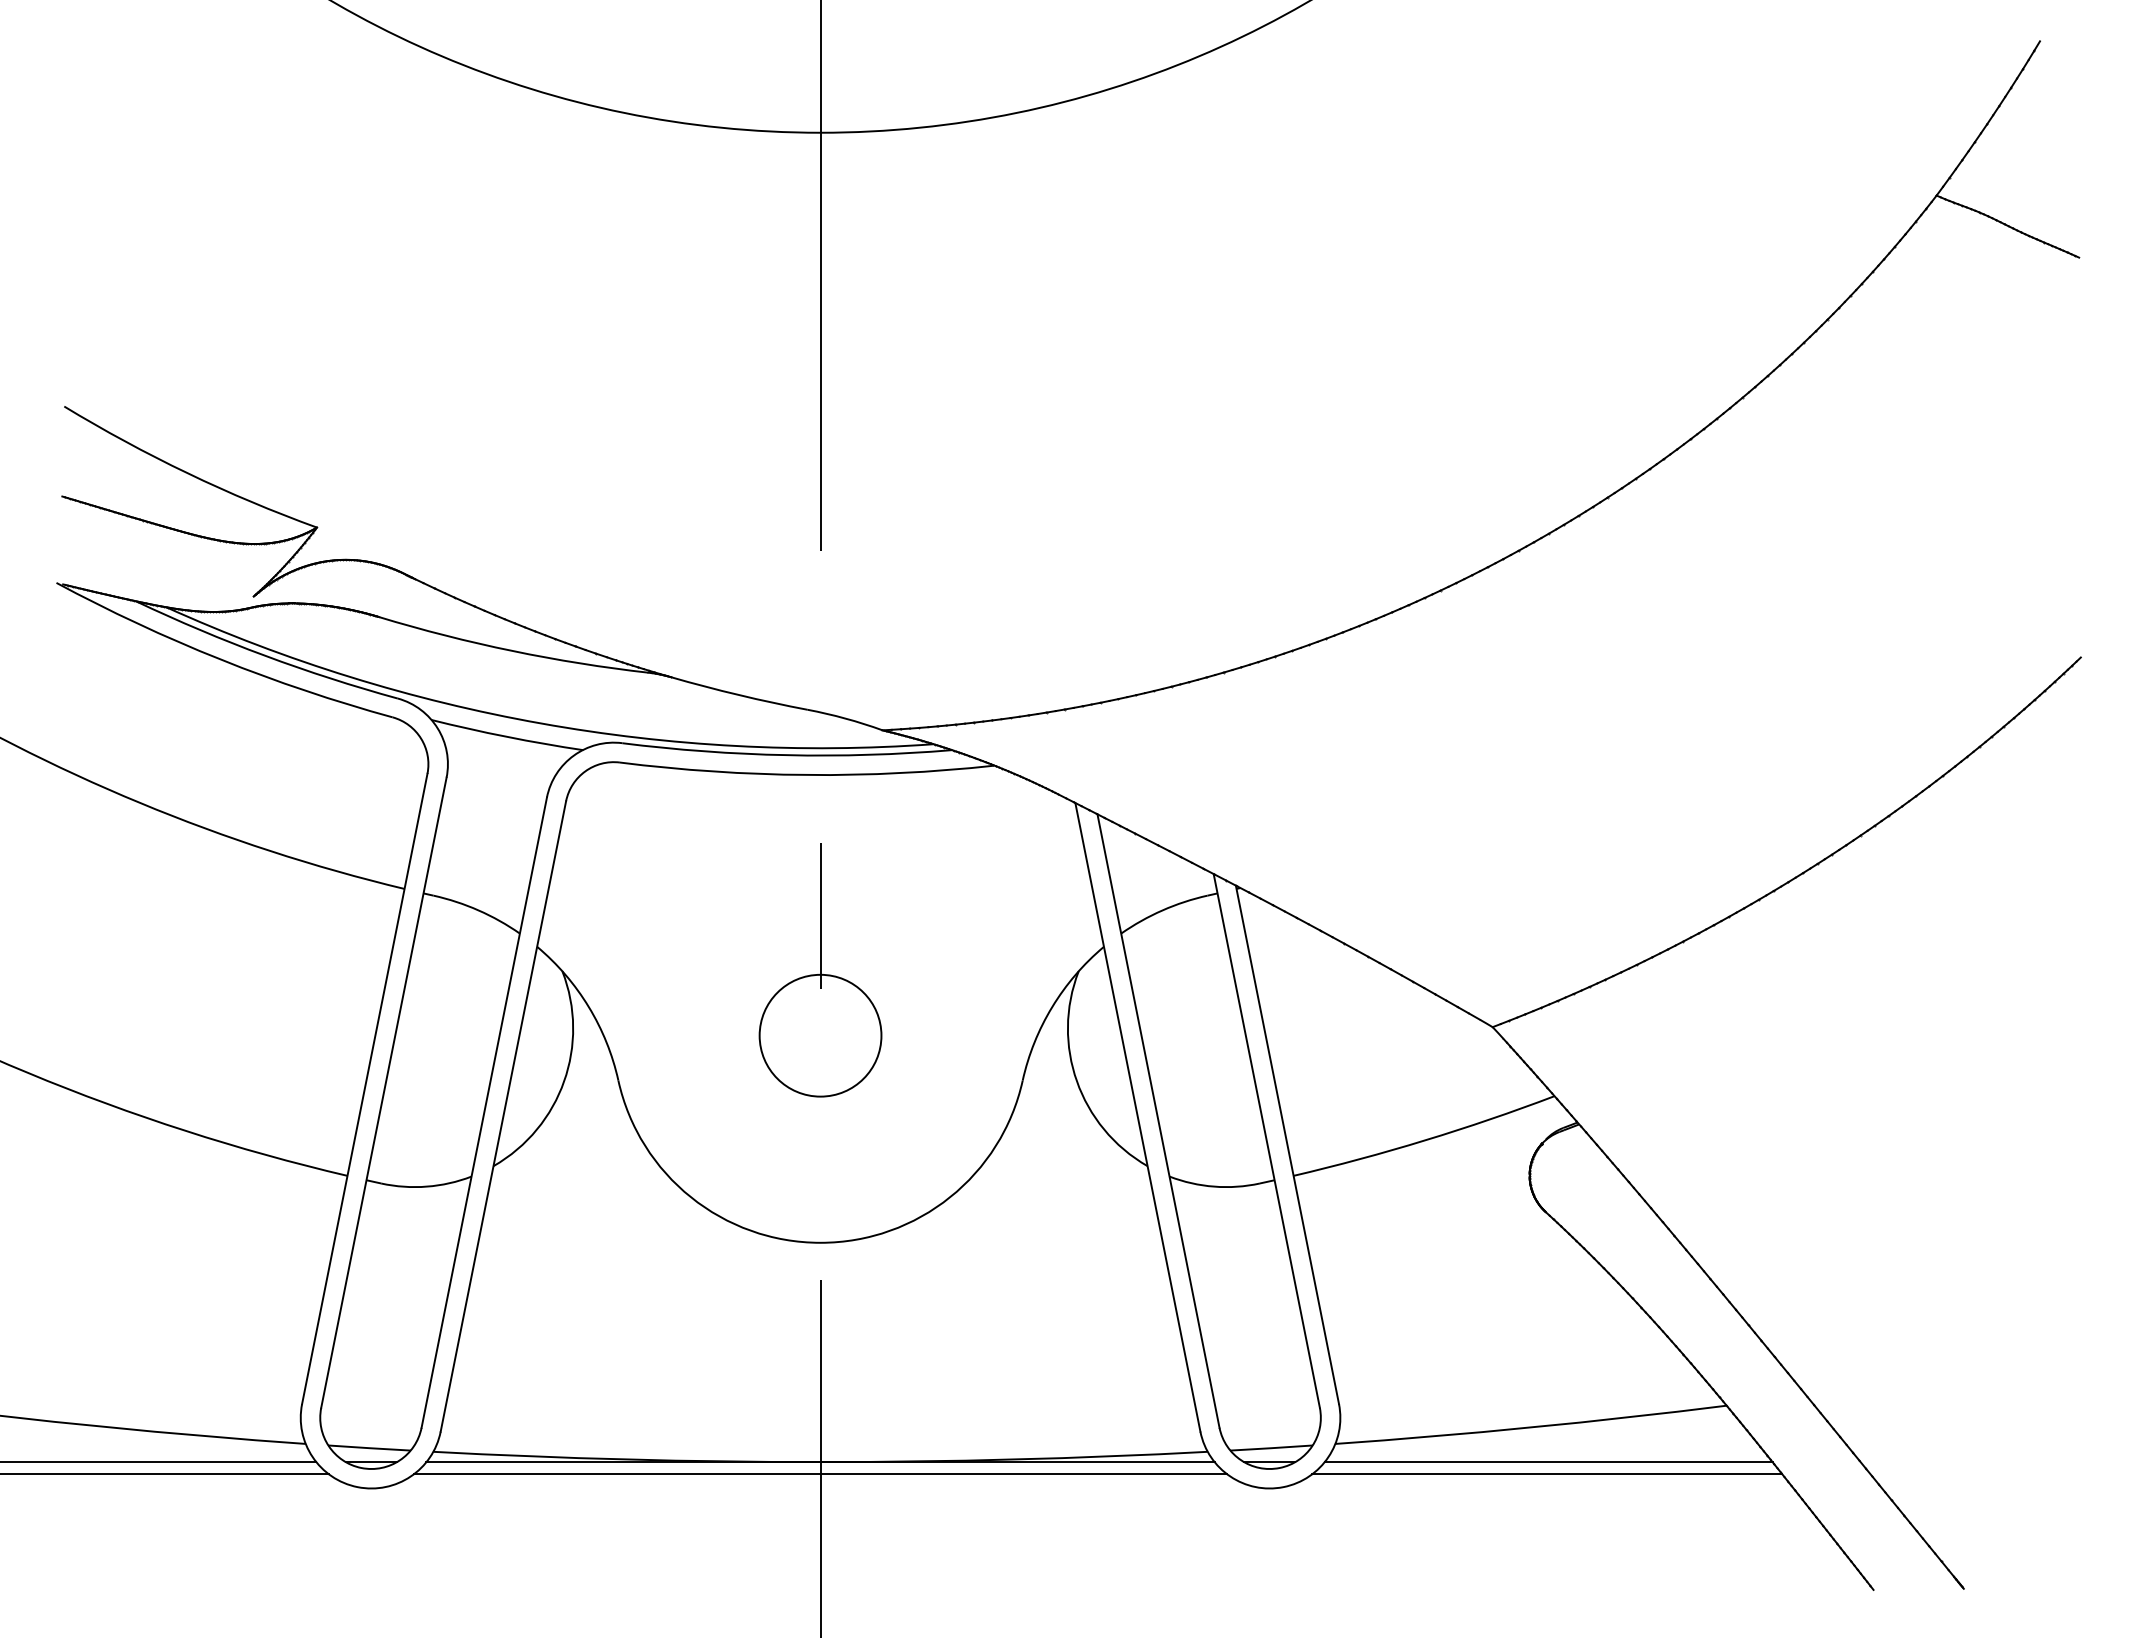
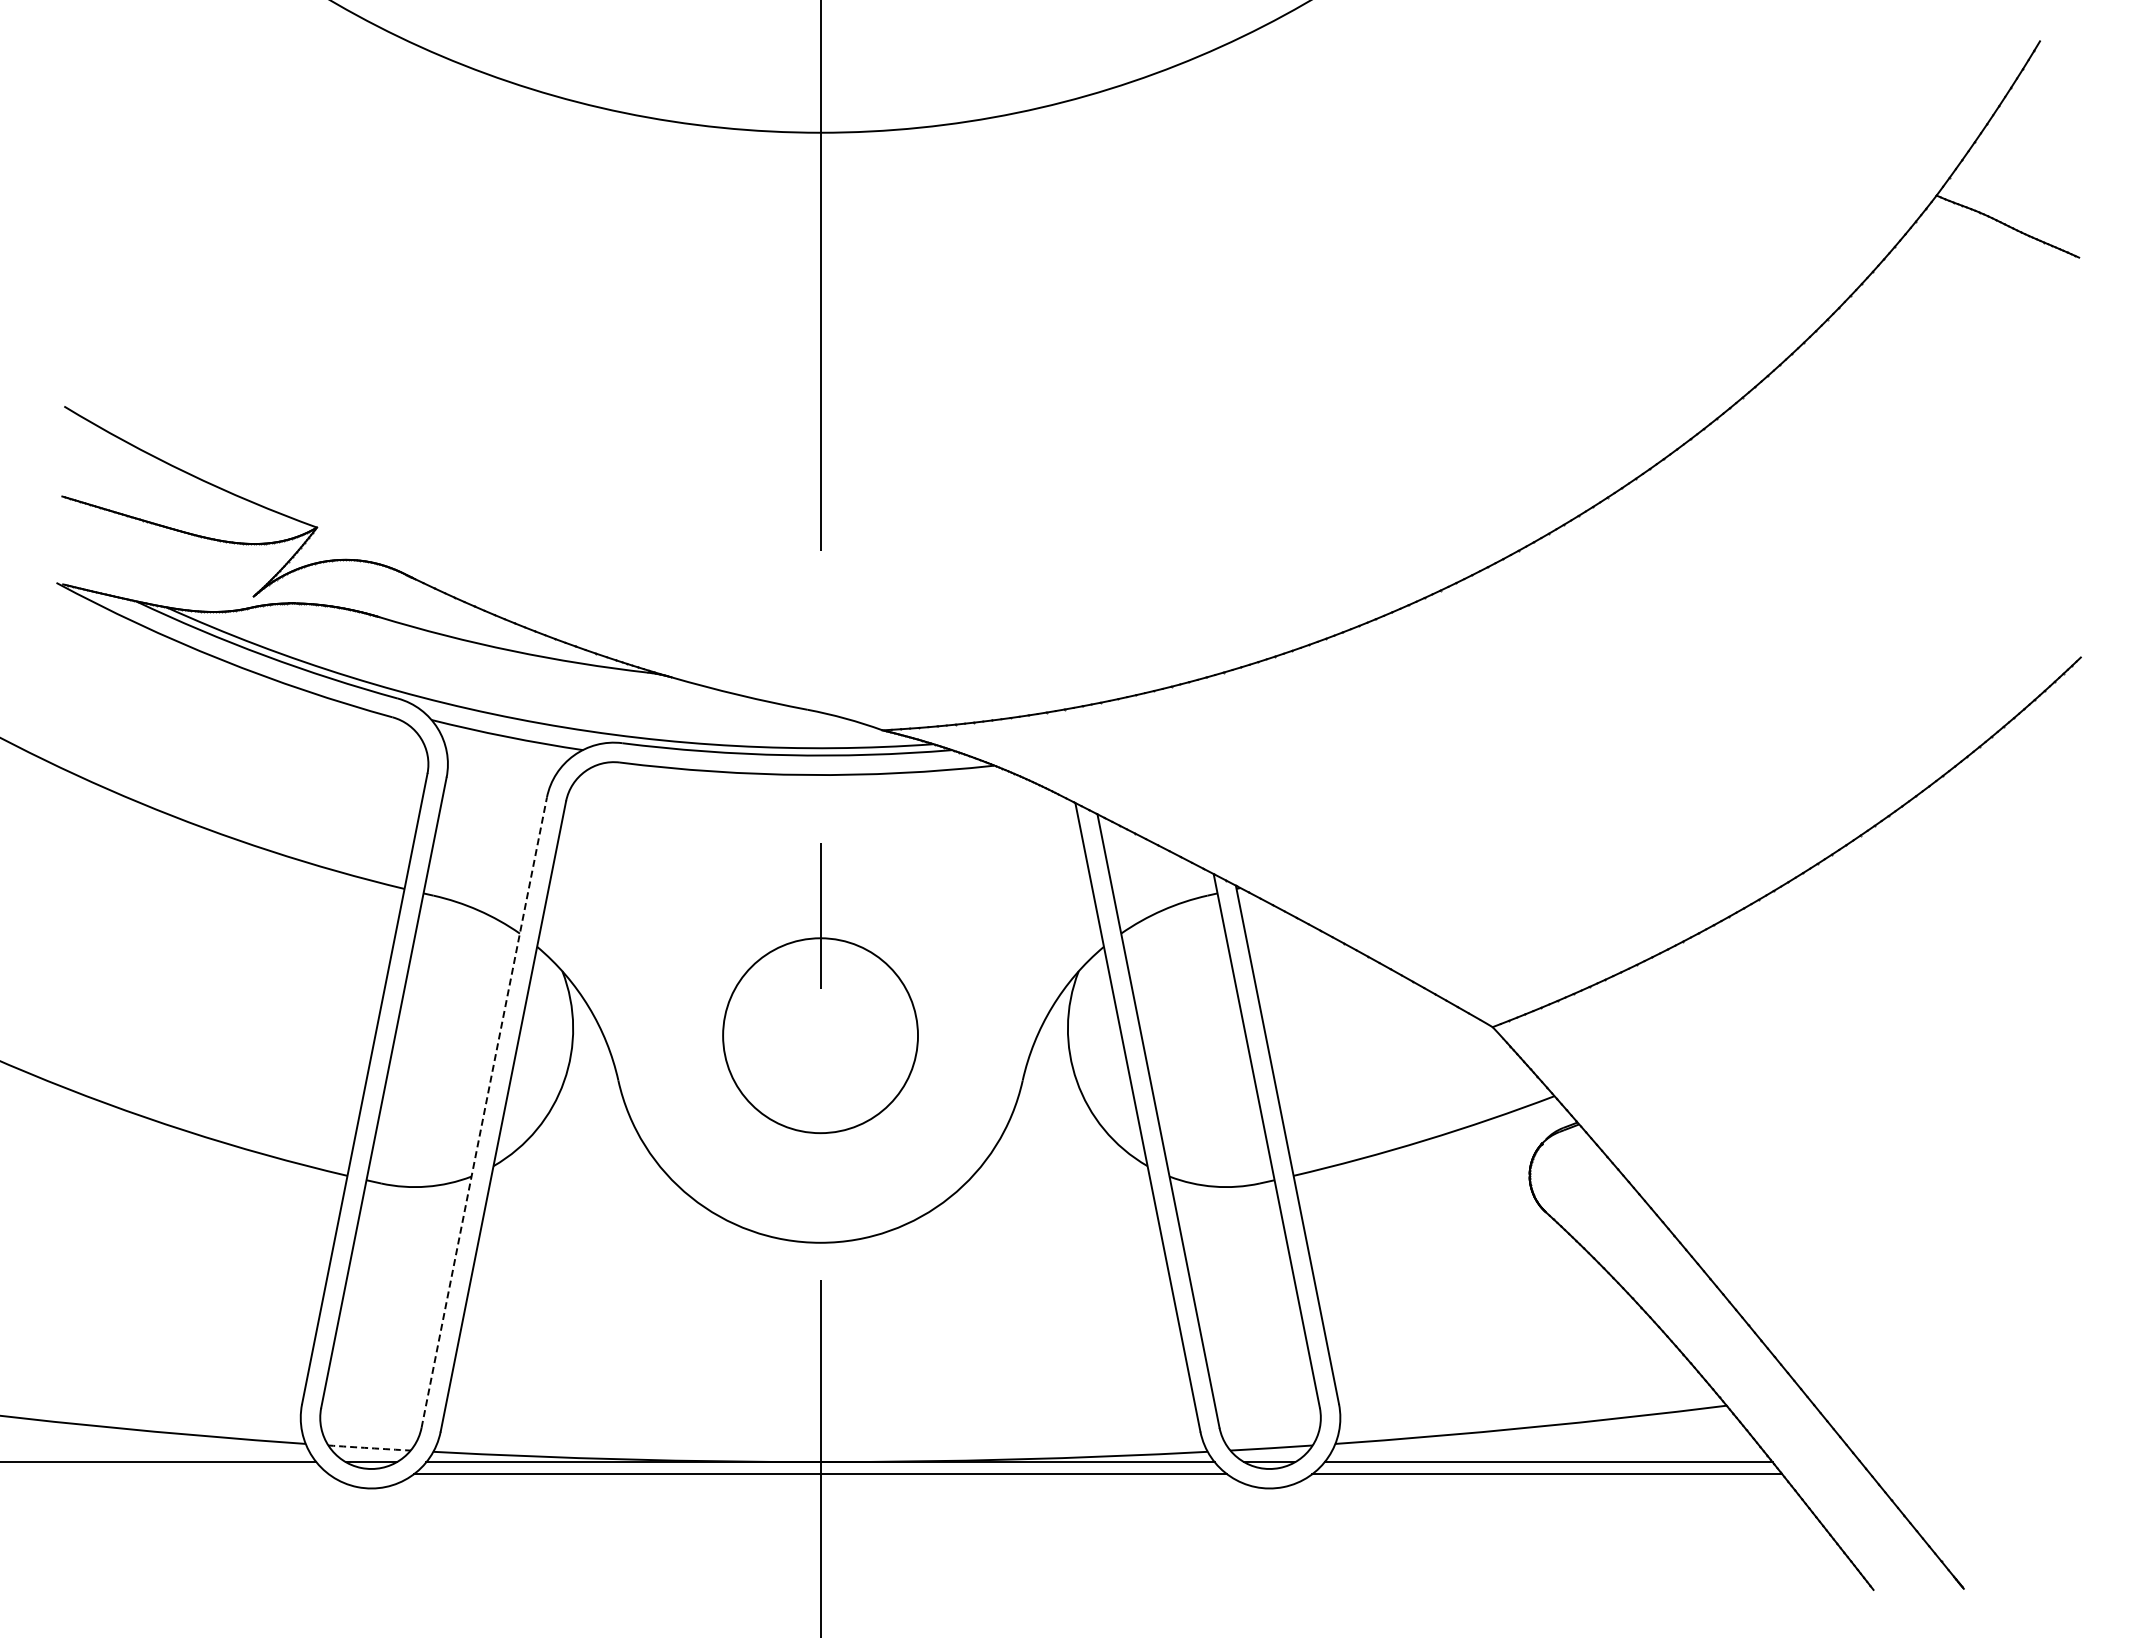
circle at (820, 1035) diameter: 122 px -> 195 px
line at (484, 1112): solid -> dashed
arc at (369, 1448): solid -> dashed
line at (165, 1474): present -> none
